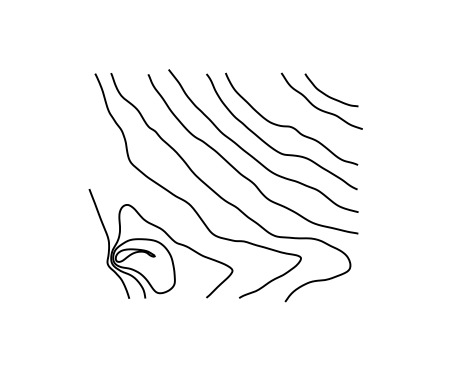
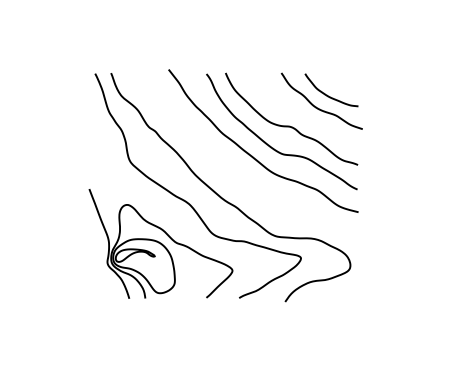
curve at (237, 169): present -> none
